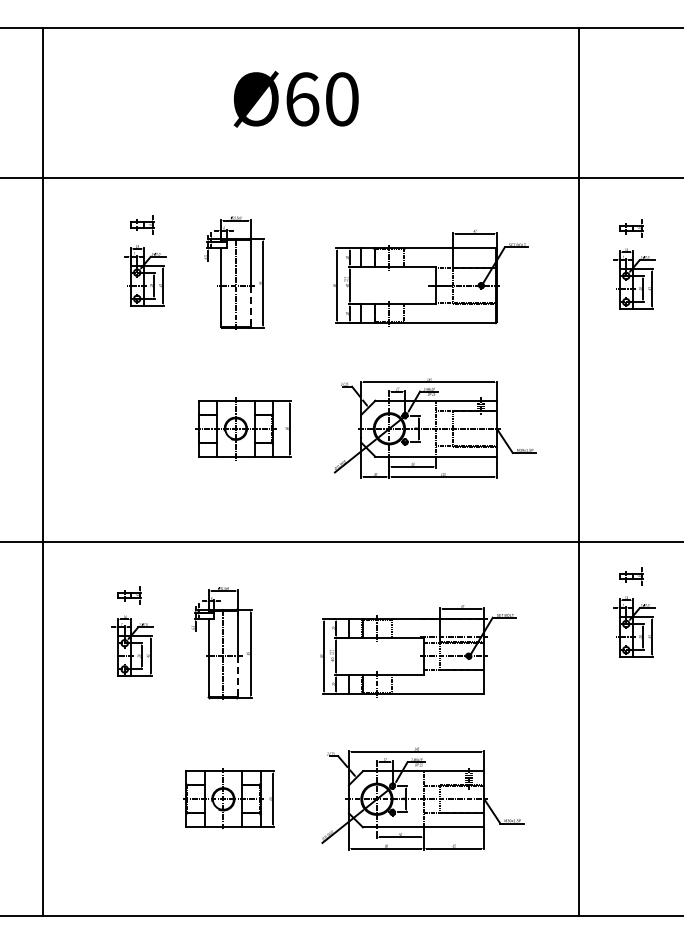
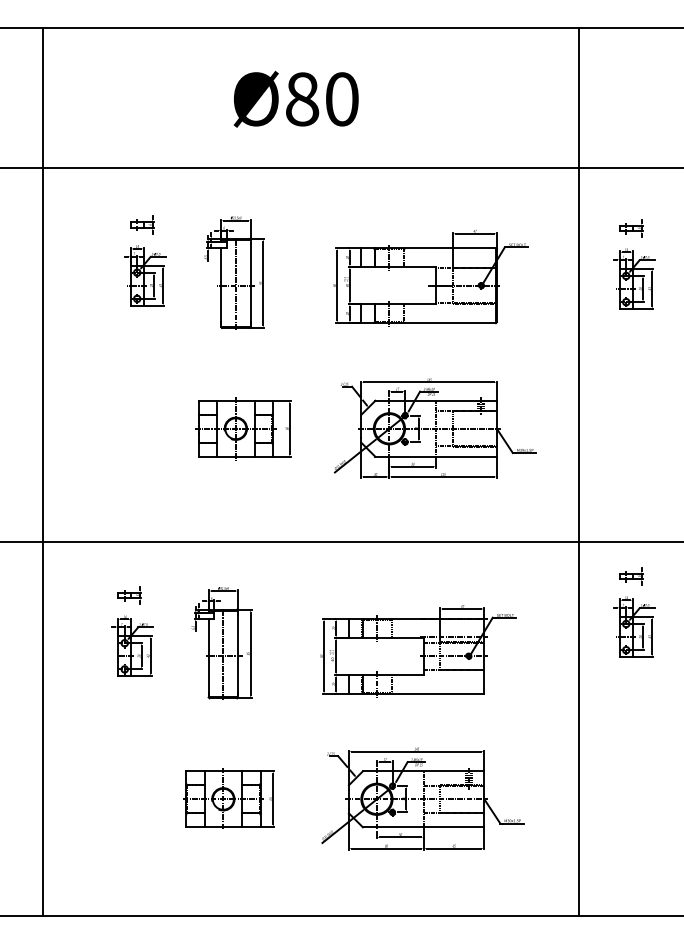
text at (302, 99): Ø60 -> Ø80
line at (341, 178) position: (341, 178) -> (341, 168)
line at (250, 305): dashed -> solid
line at (238, 675): dashed -> solid
